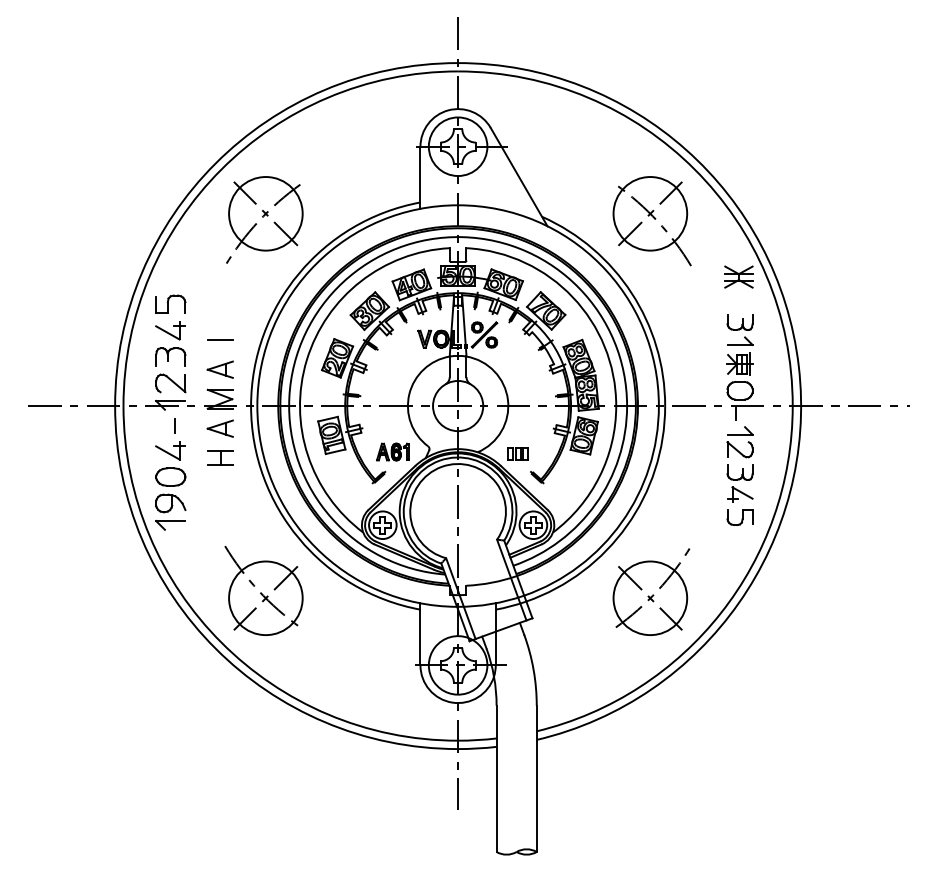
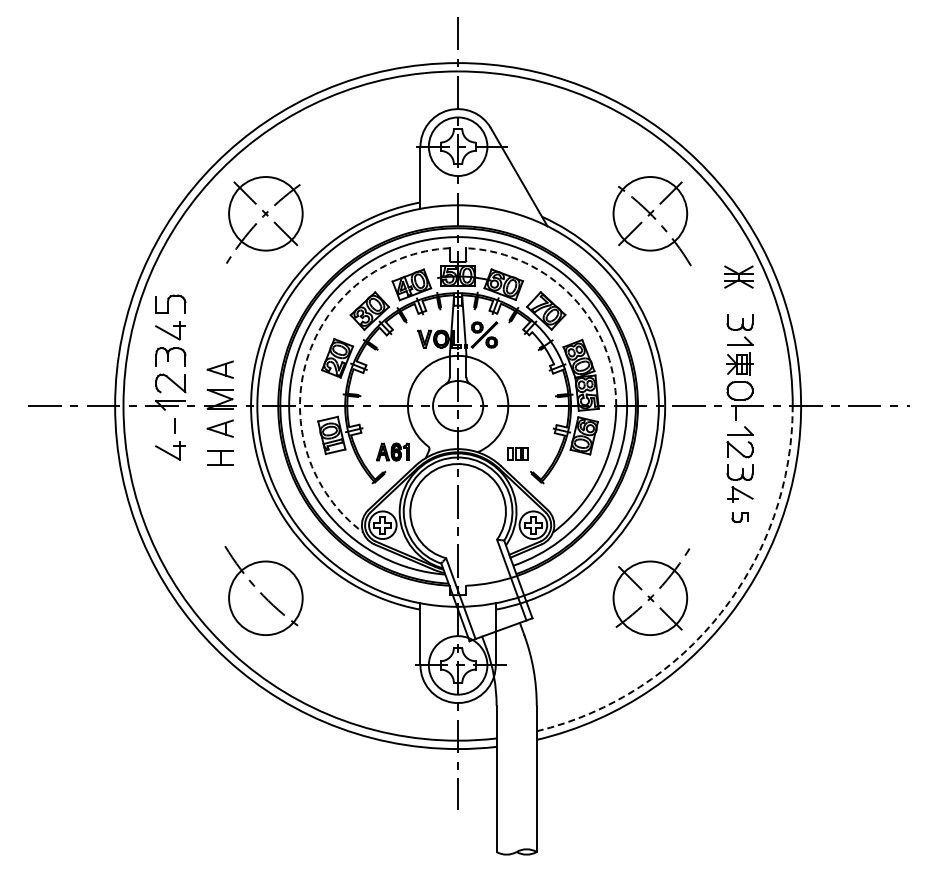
arc at (572, 297): solid -> dashed
line at (219, 340): present -> none
arc at (306, 360): solid -> dashed
part at (170, 498): present -> none
part at (739, 517) size: 28x17 px -> 18x11 px
line at (265, 598): present -> none
arc at (721, 613): solid -> dashed
